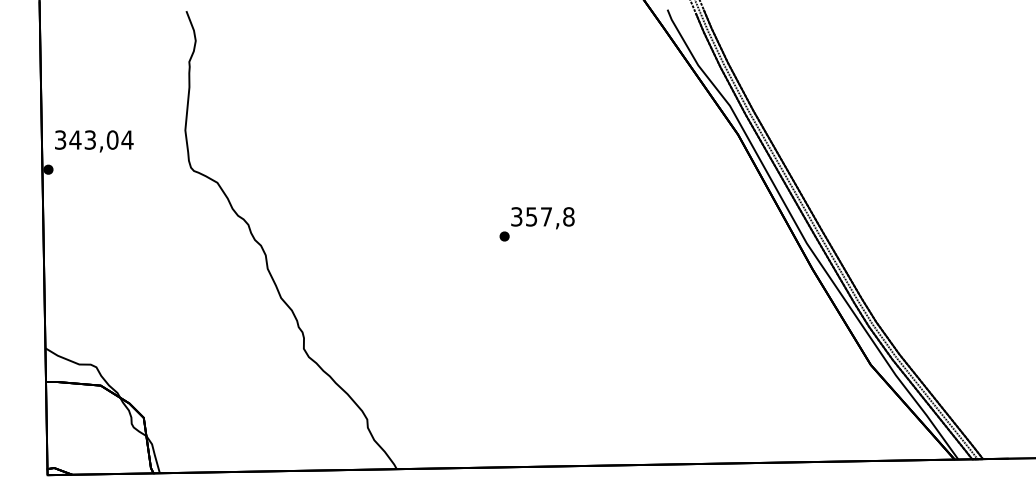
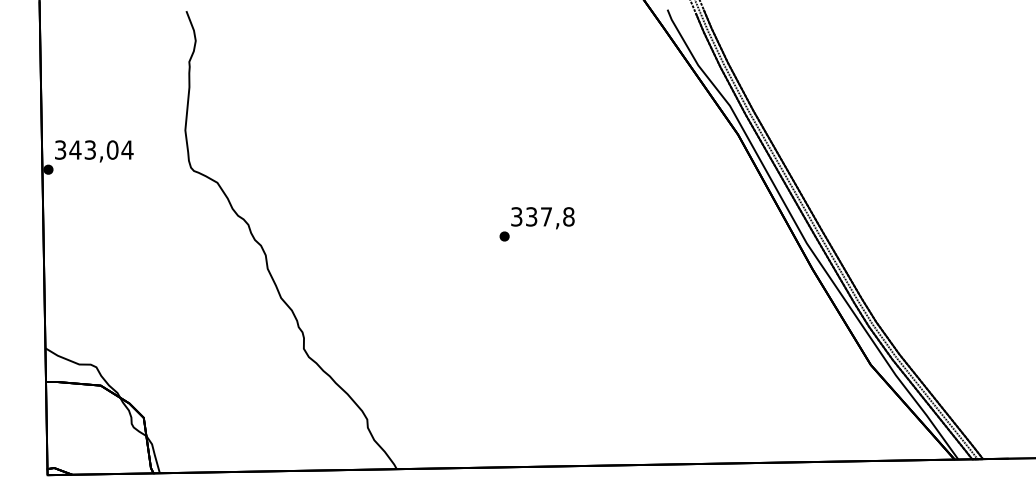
text at (94, 141) position: (94, 141) -> (94, 151)
text at (531, 216): 357,8 -> 337,8
